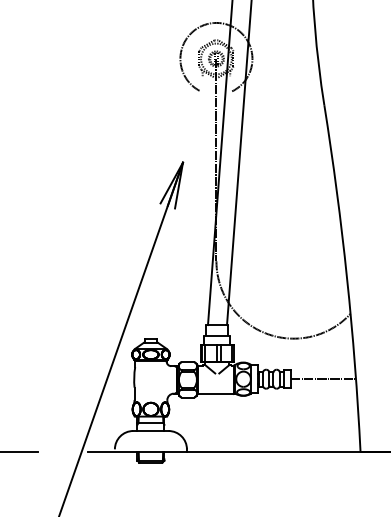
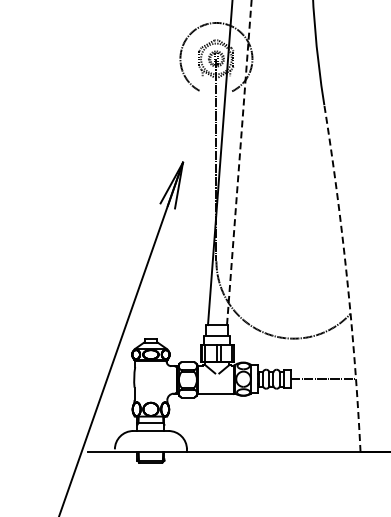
line at (239, 162): solid -> dashed
arc at (347, 278): solid -> dashed
line at (19, 451): present -> none
